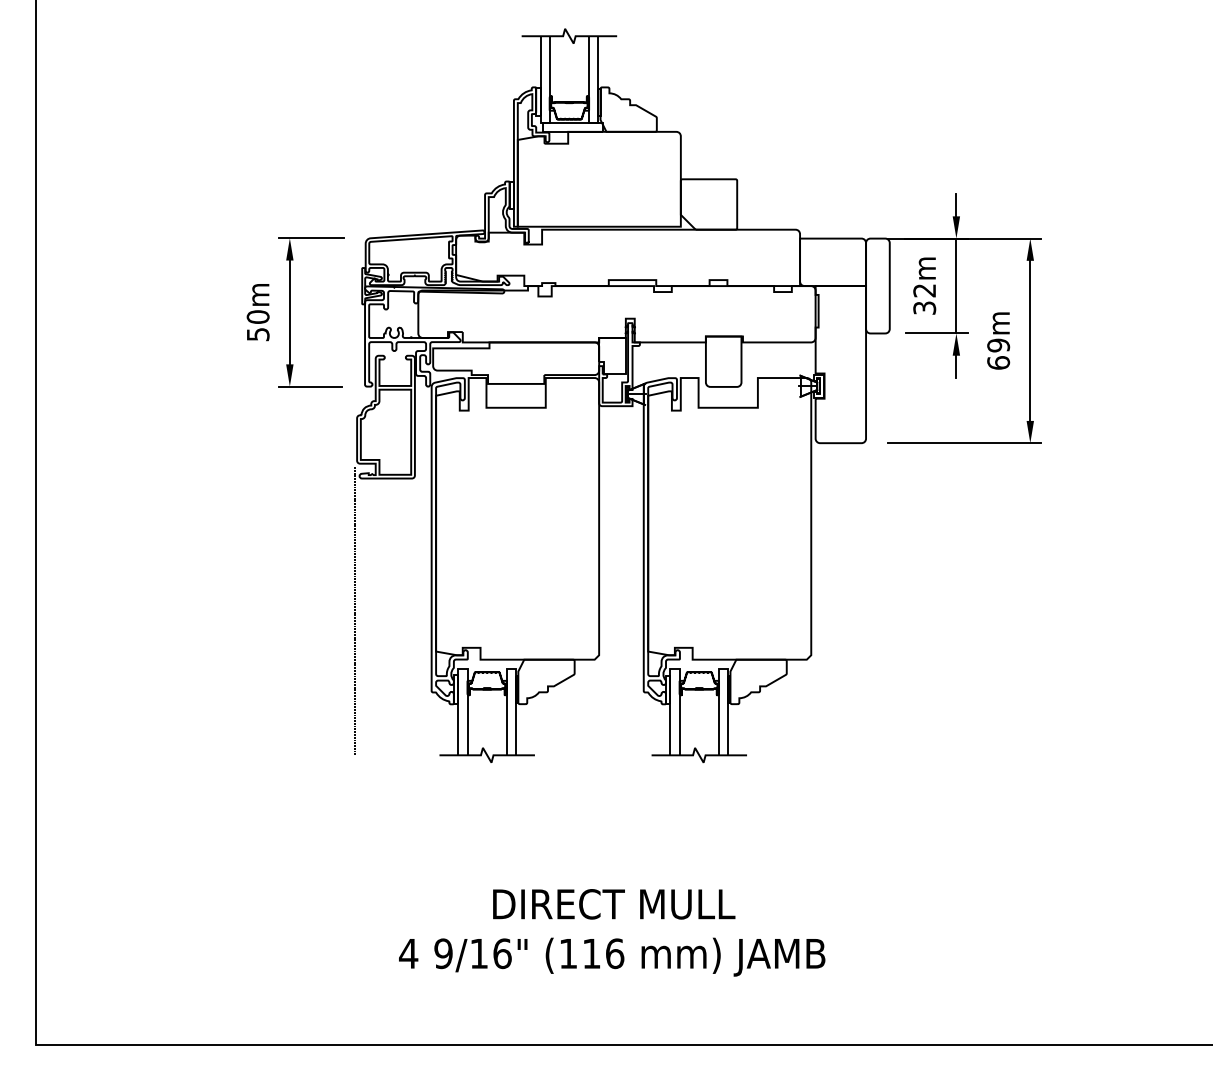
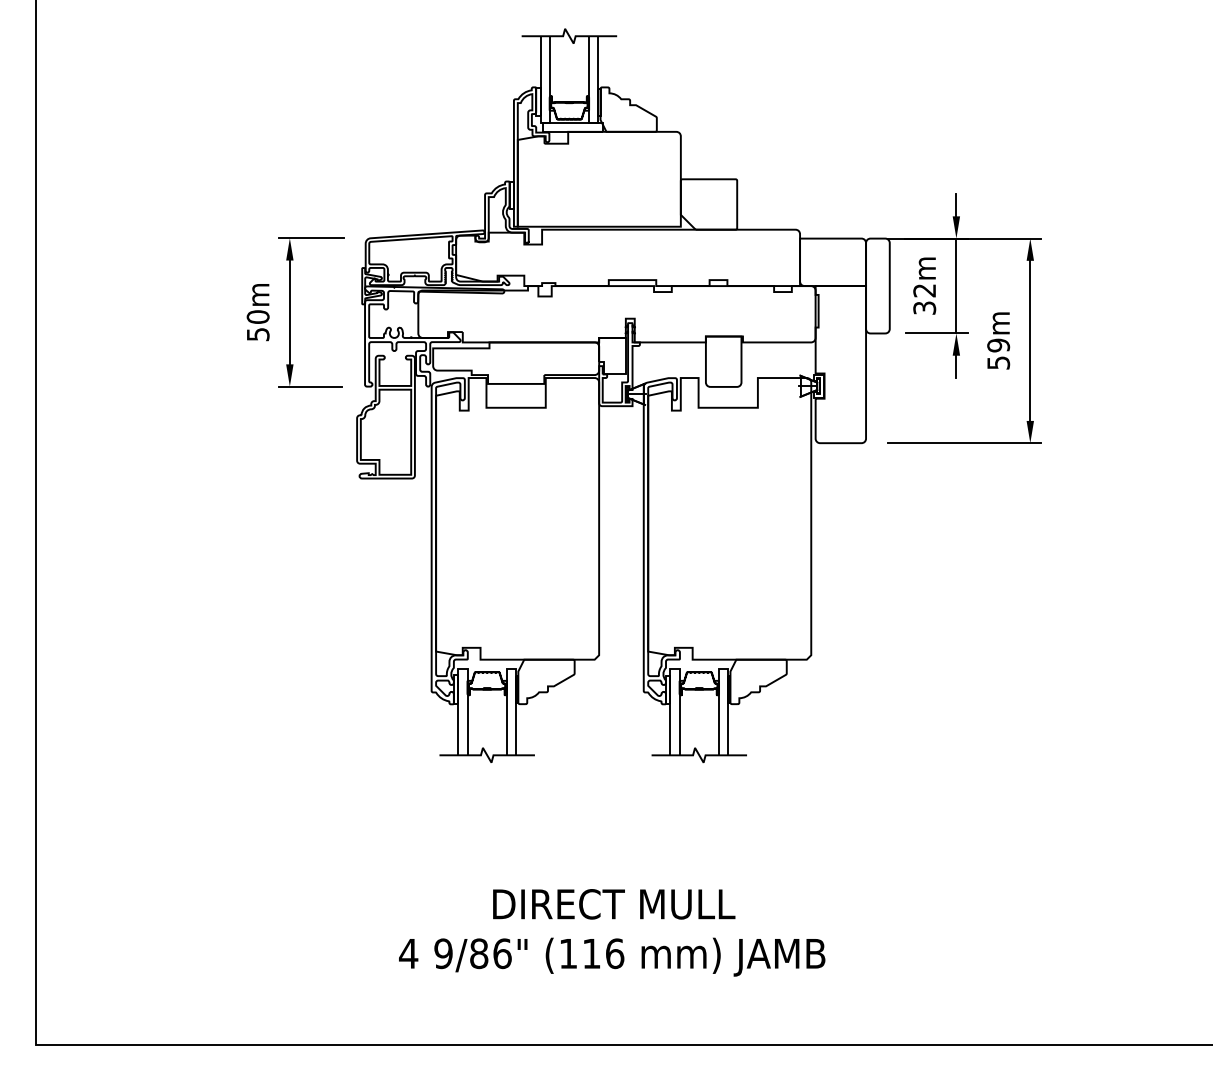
text at (998, 362): 69m -> 59m
line at (355, 611): present -> none
text at (479, 953): 9/16" -> 9/86"
